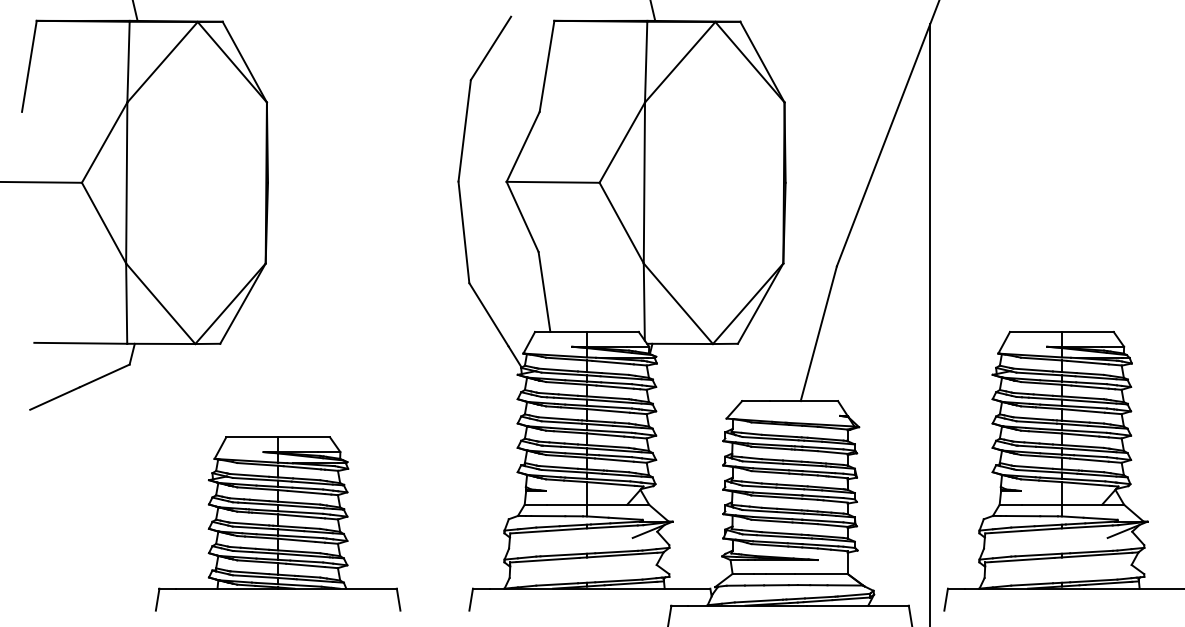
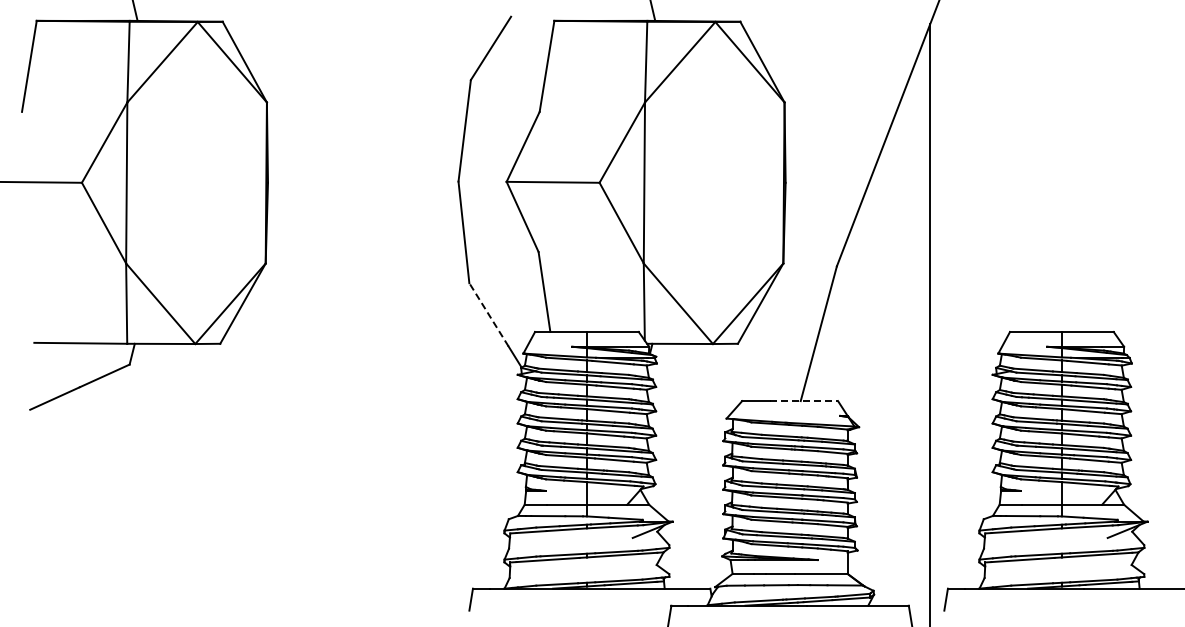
line at (488, 314): solid -> dashed
line at (804, 401): solid -> dashed
part at (278, 523): present -> none
